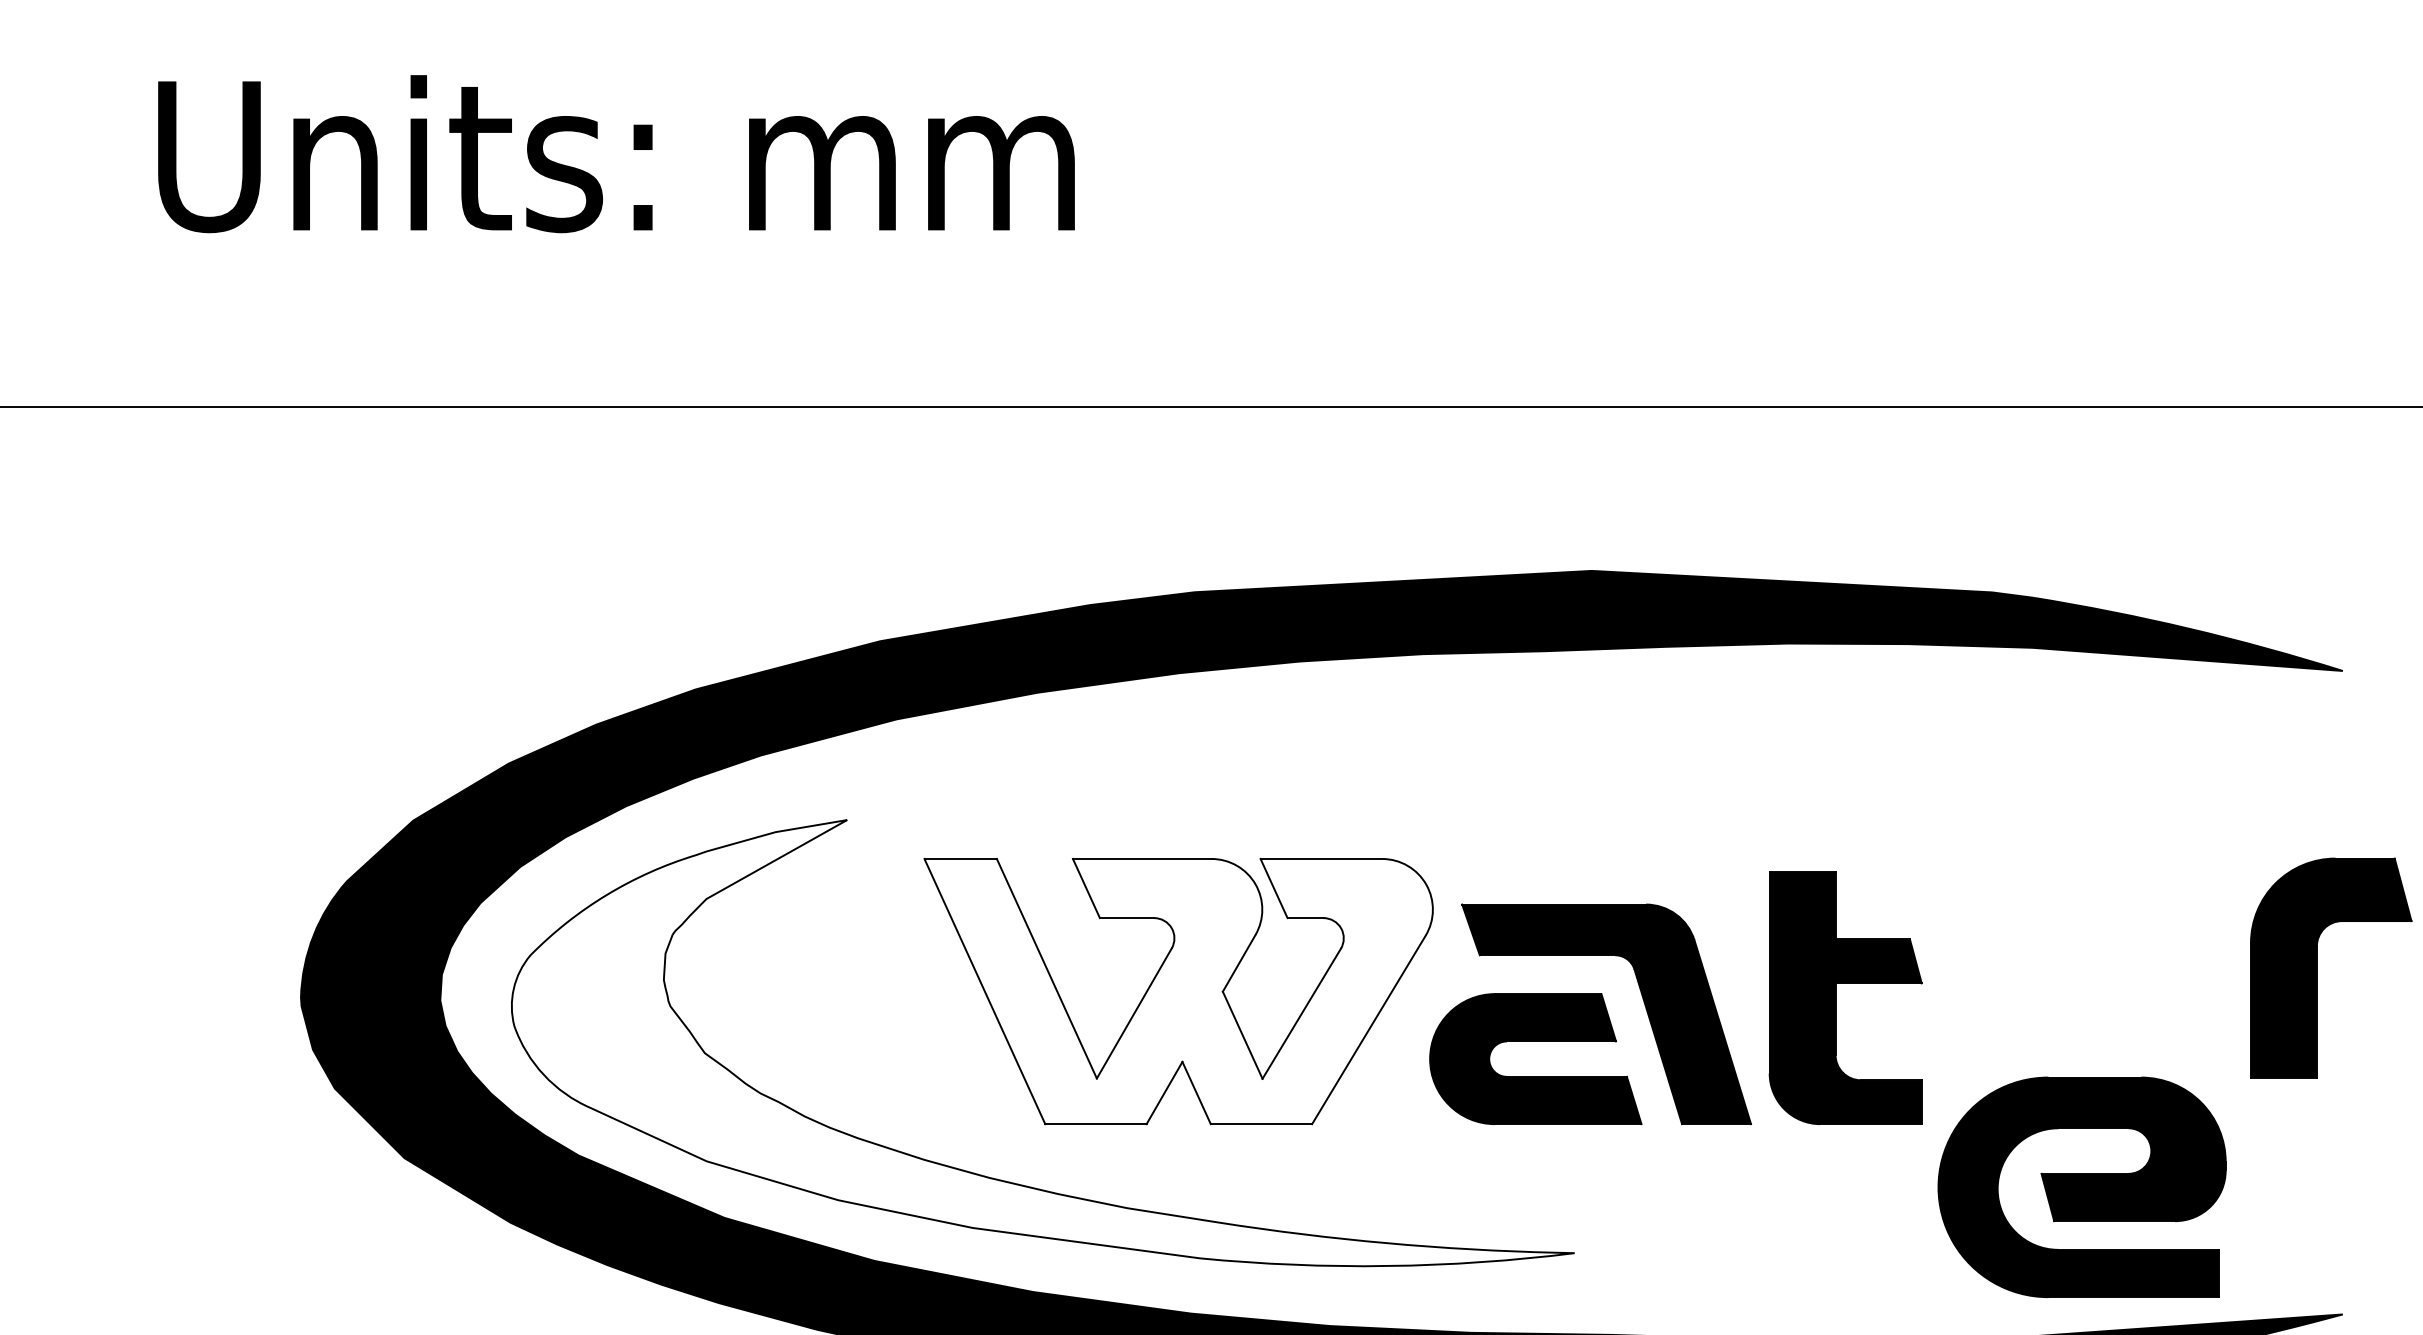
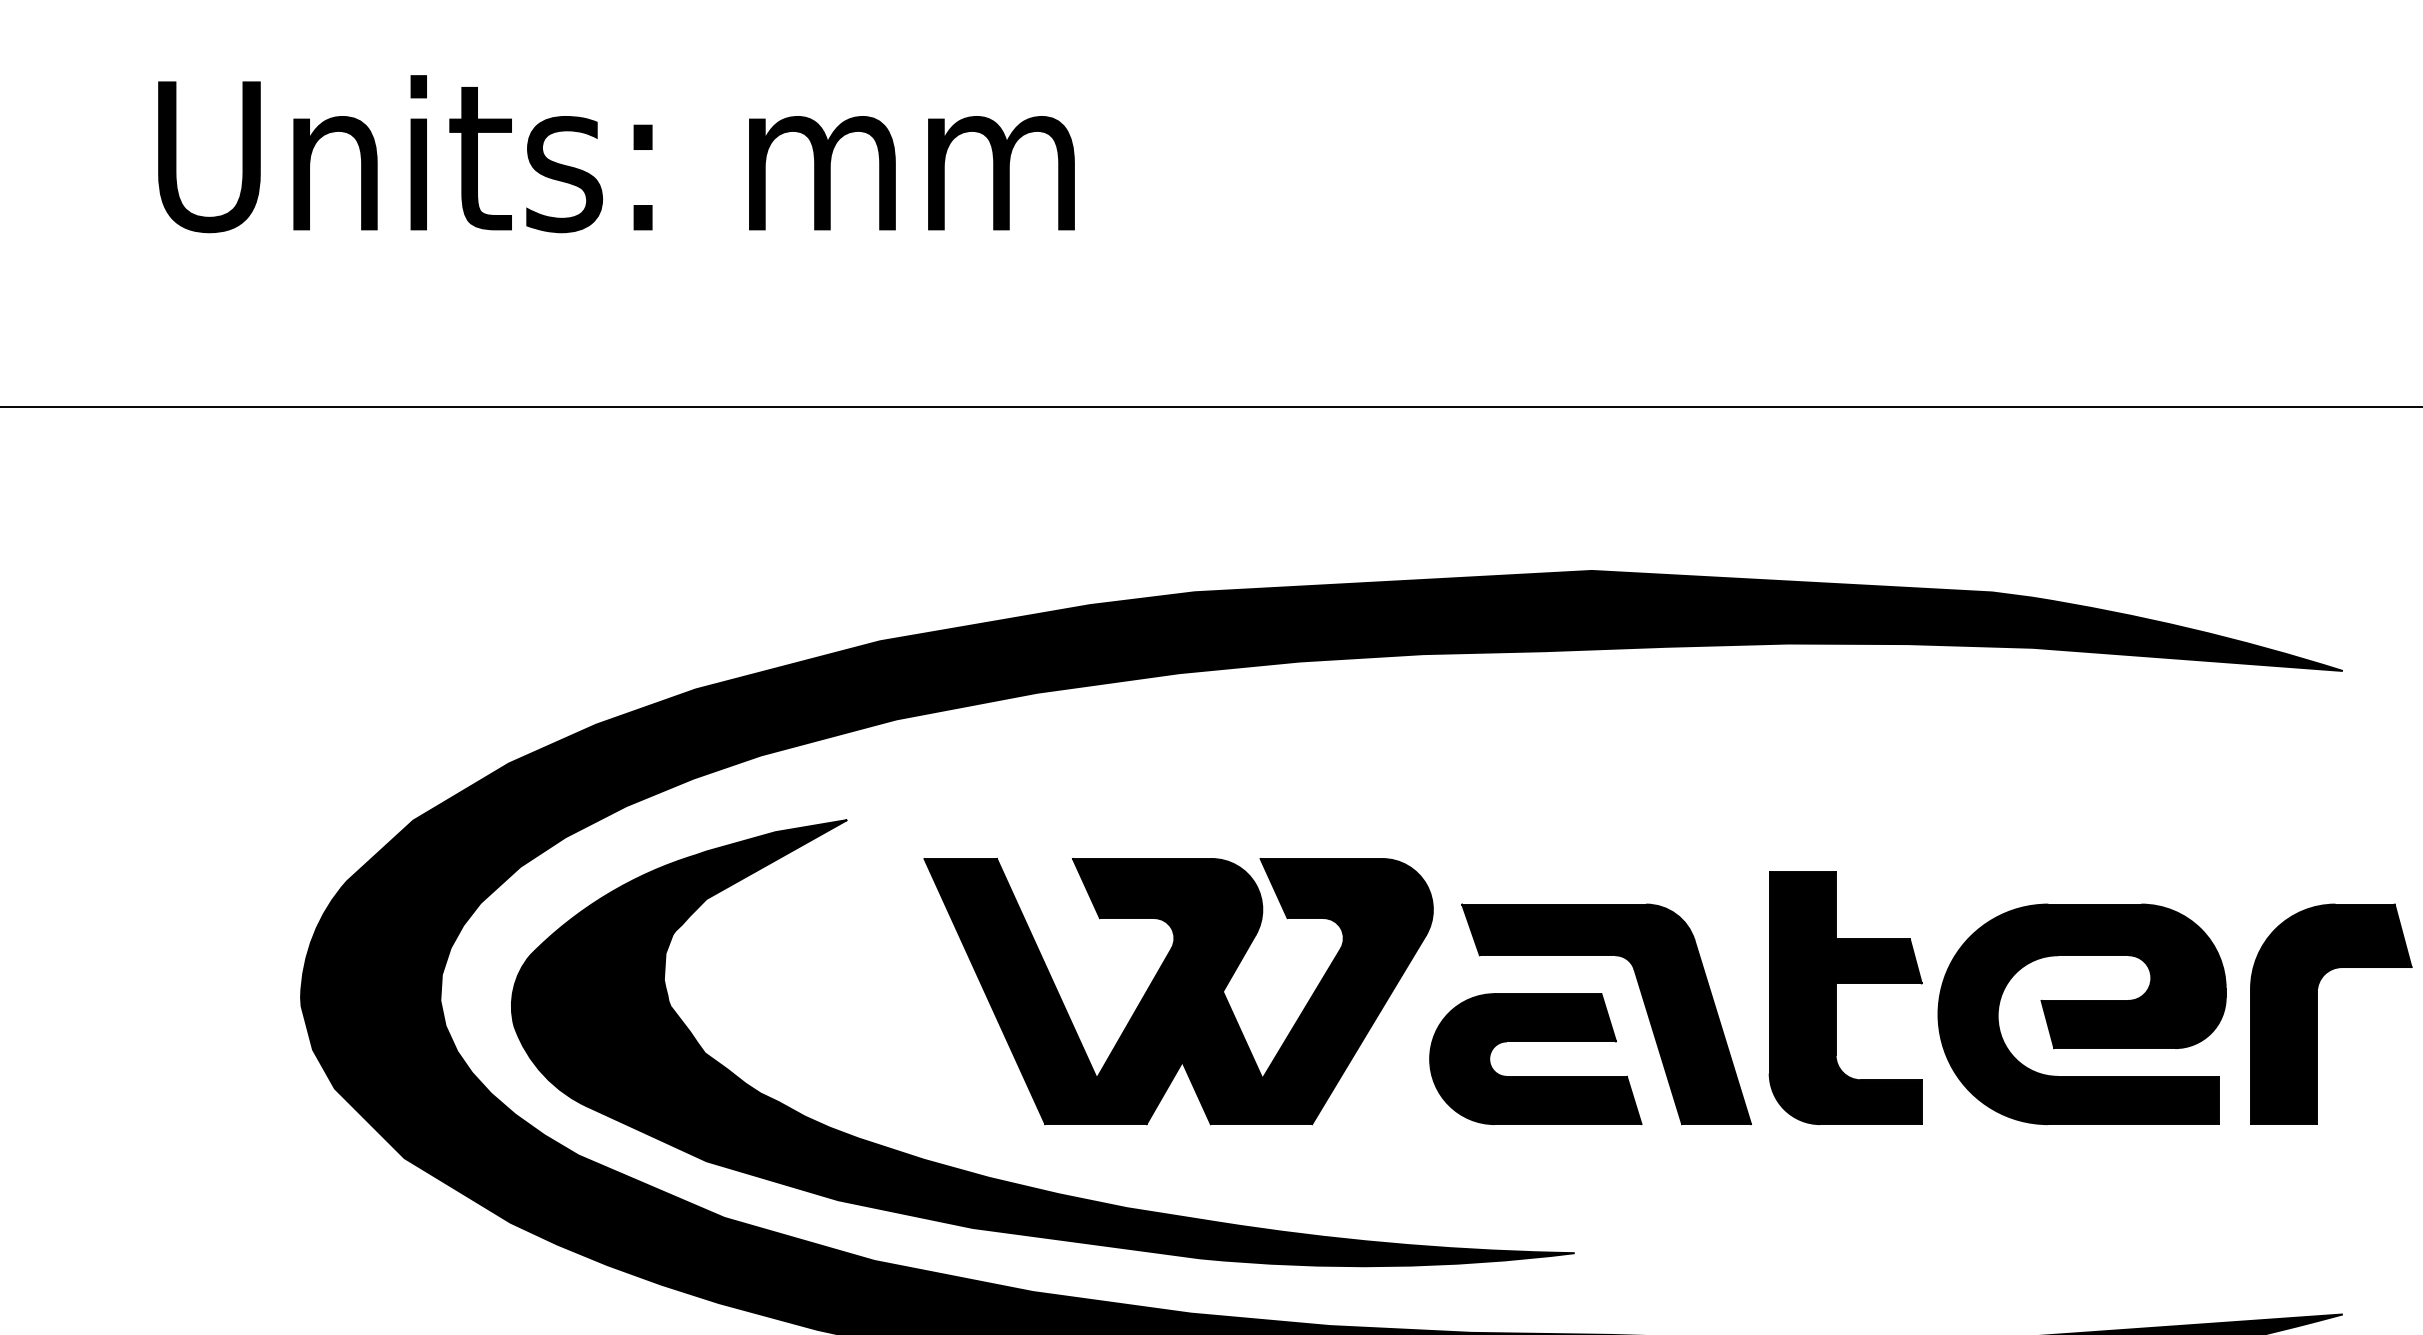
part at (2317, 967) position: (2317, 967) -> (2317, 1013)
fill at (1178, 991): none -> present
fill at (1042, 1043): none -> present
part at (2081, 1186) position: (2081, 1186) -> (2081, 1013)
